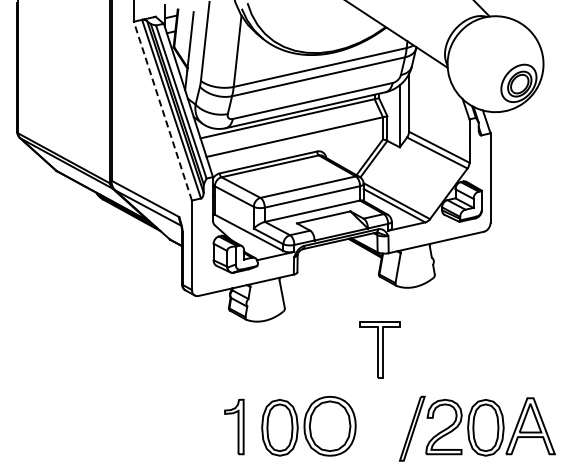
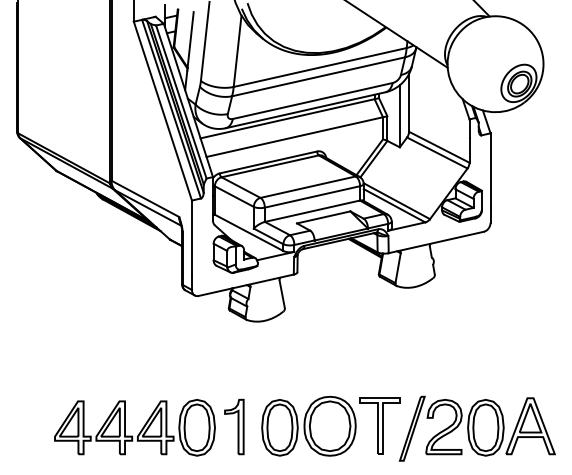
line at (162, 110): dashed -> solid
part at (379, 349) position: (379, 349) -> (379, 425)
part at (140, 430): none -> present
